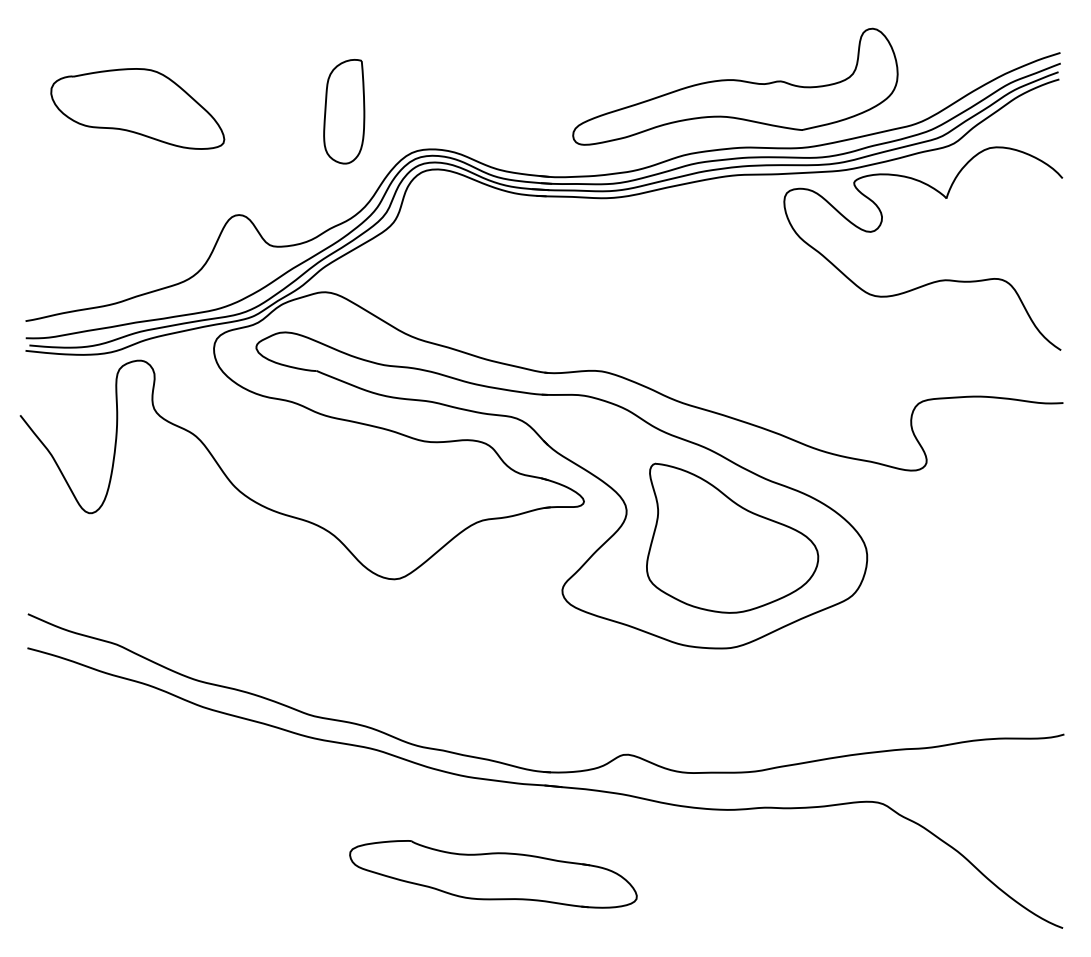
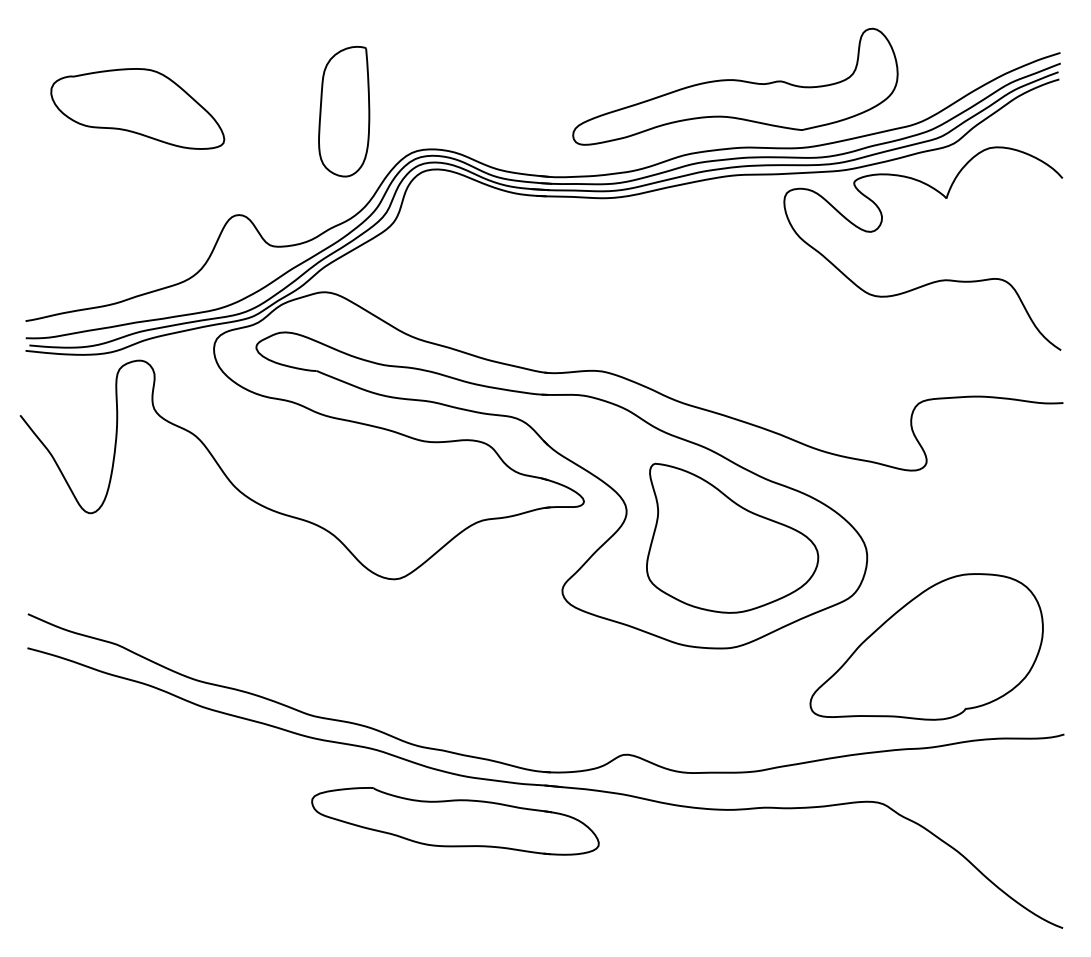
part at (344, 111) size: 43x106 px -> 53x132 px
part at (926, 646): none -> present
part at (493, 874) position: (493, 874) -> (455, 821)
